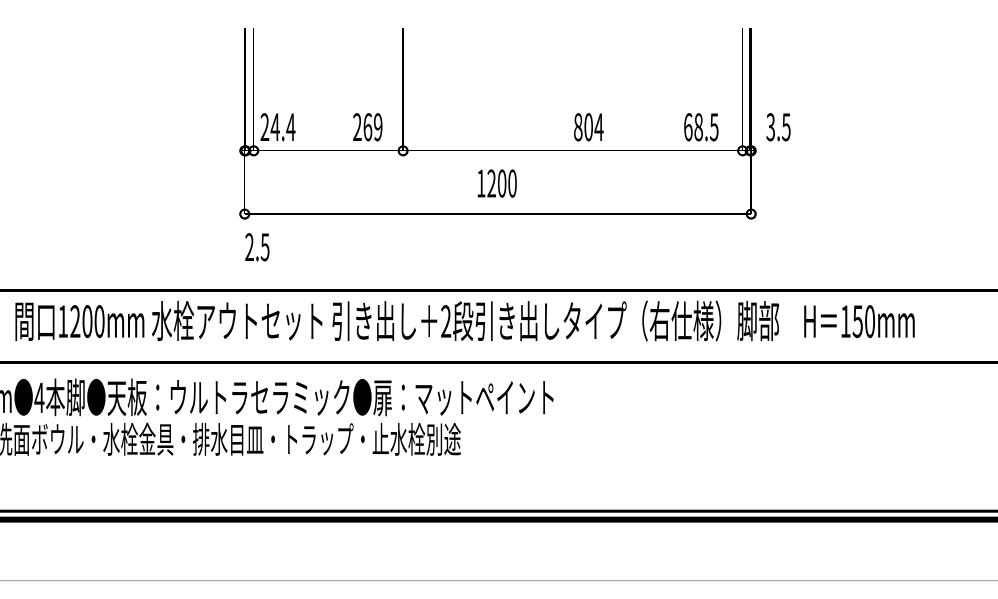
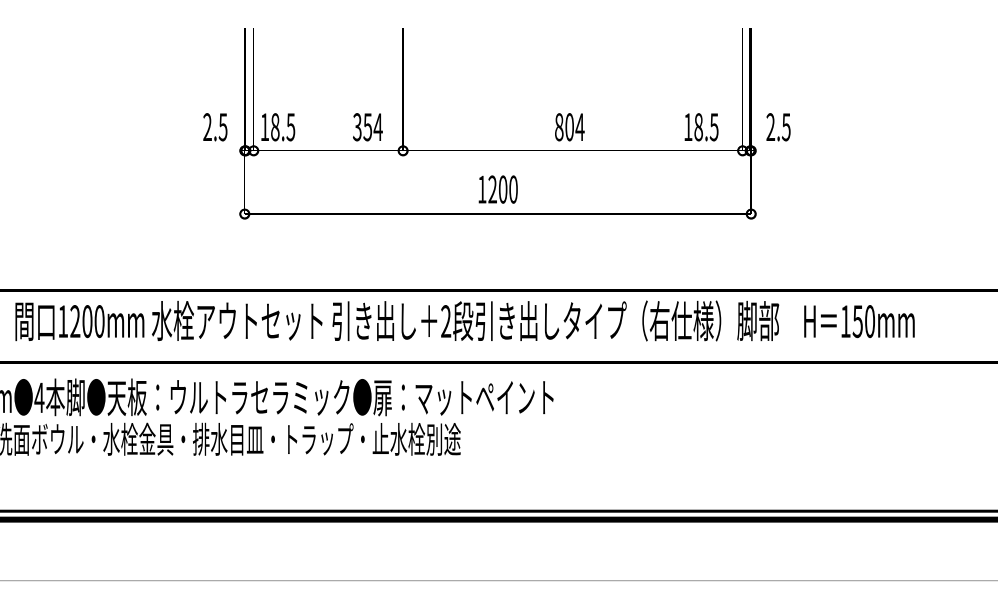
text at (277, 127): 24.4 -> 18.5
text at (367, 127): 269 -> 354
text at (588, 127) position: (588, 127) -> (569, 127)
text at (688, 127): 68.5 -> 18.5
text at (770, 127): 3.5 -> 2.5
text at (496, 183) position: (496, 183) -> (497, 189)
text at (257, 247) position: (257, 247) -> (215, 127)
